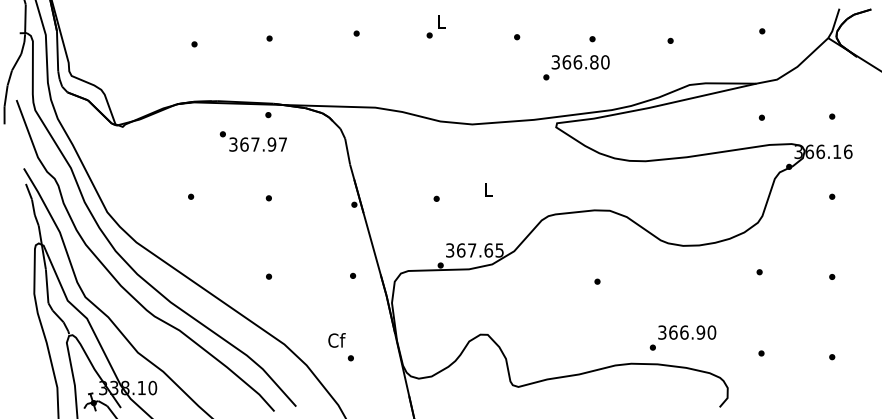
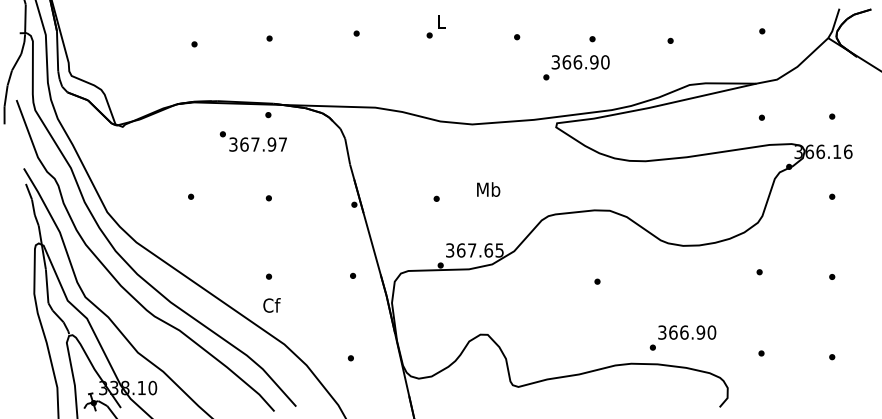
text at (594, 62): 366.80 -> 366.90
text at (488, 189): L -> Mb
text at (336, 340) position: (336, 340) -> (271, 305)
